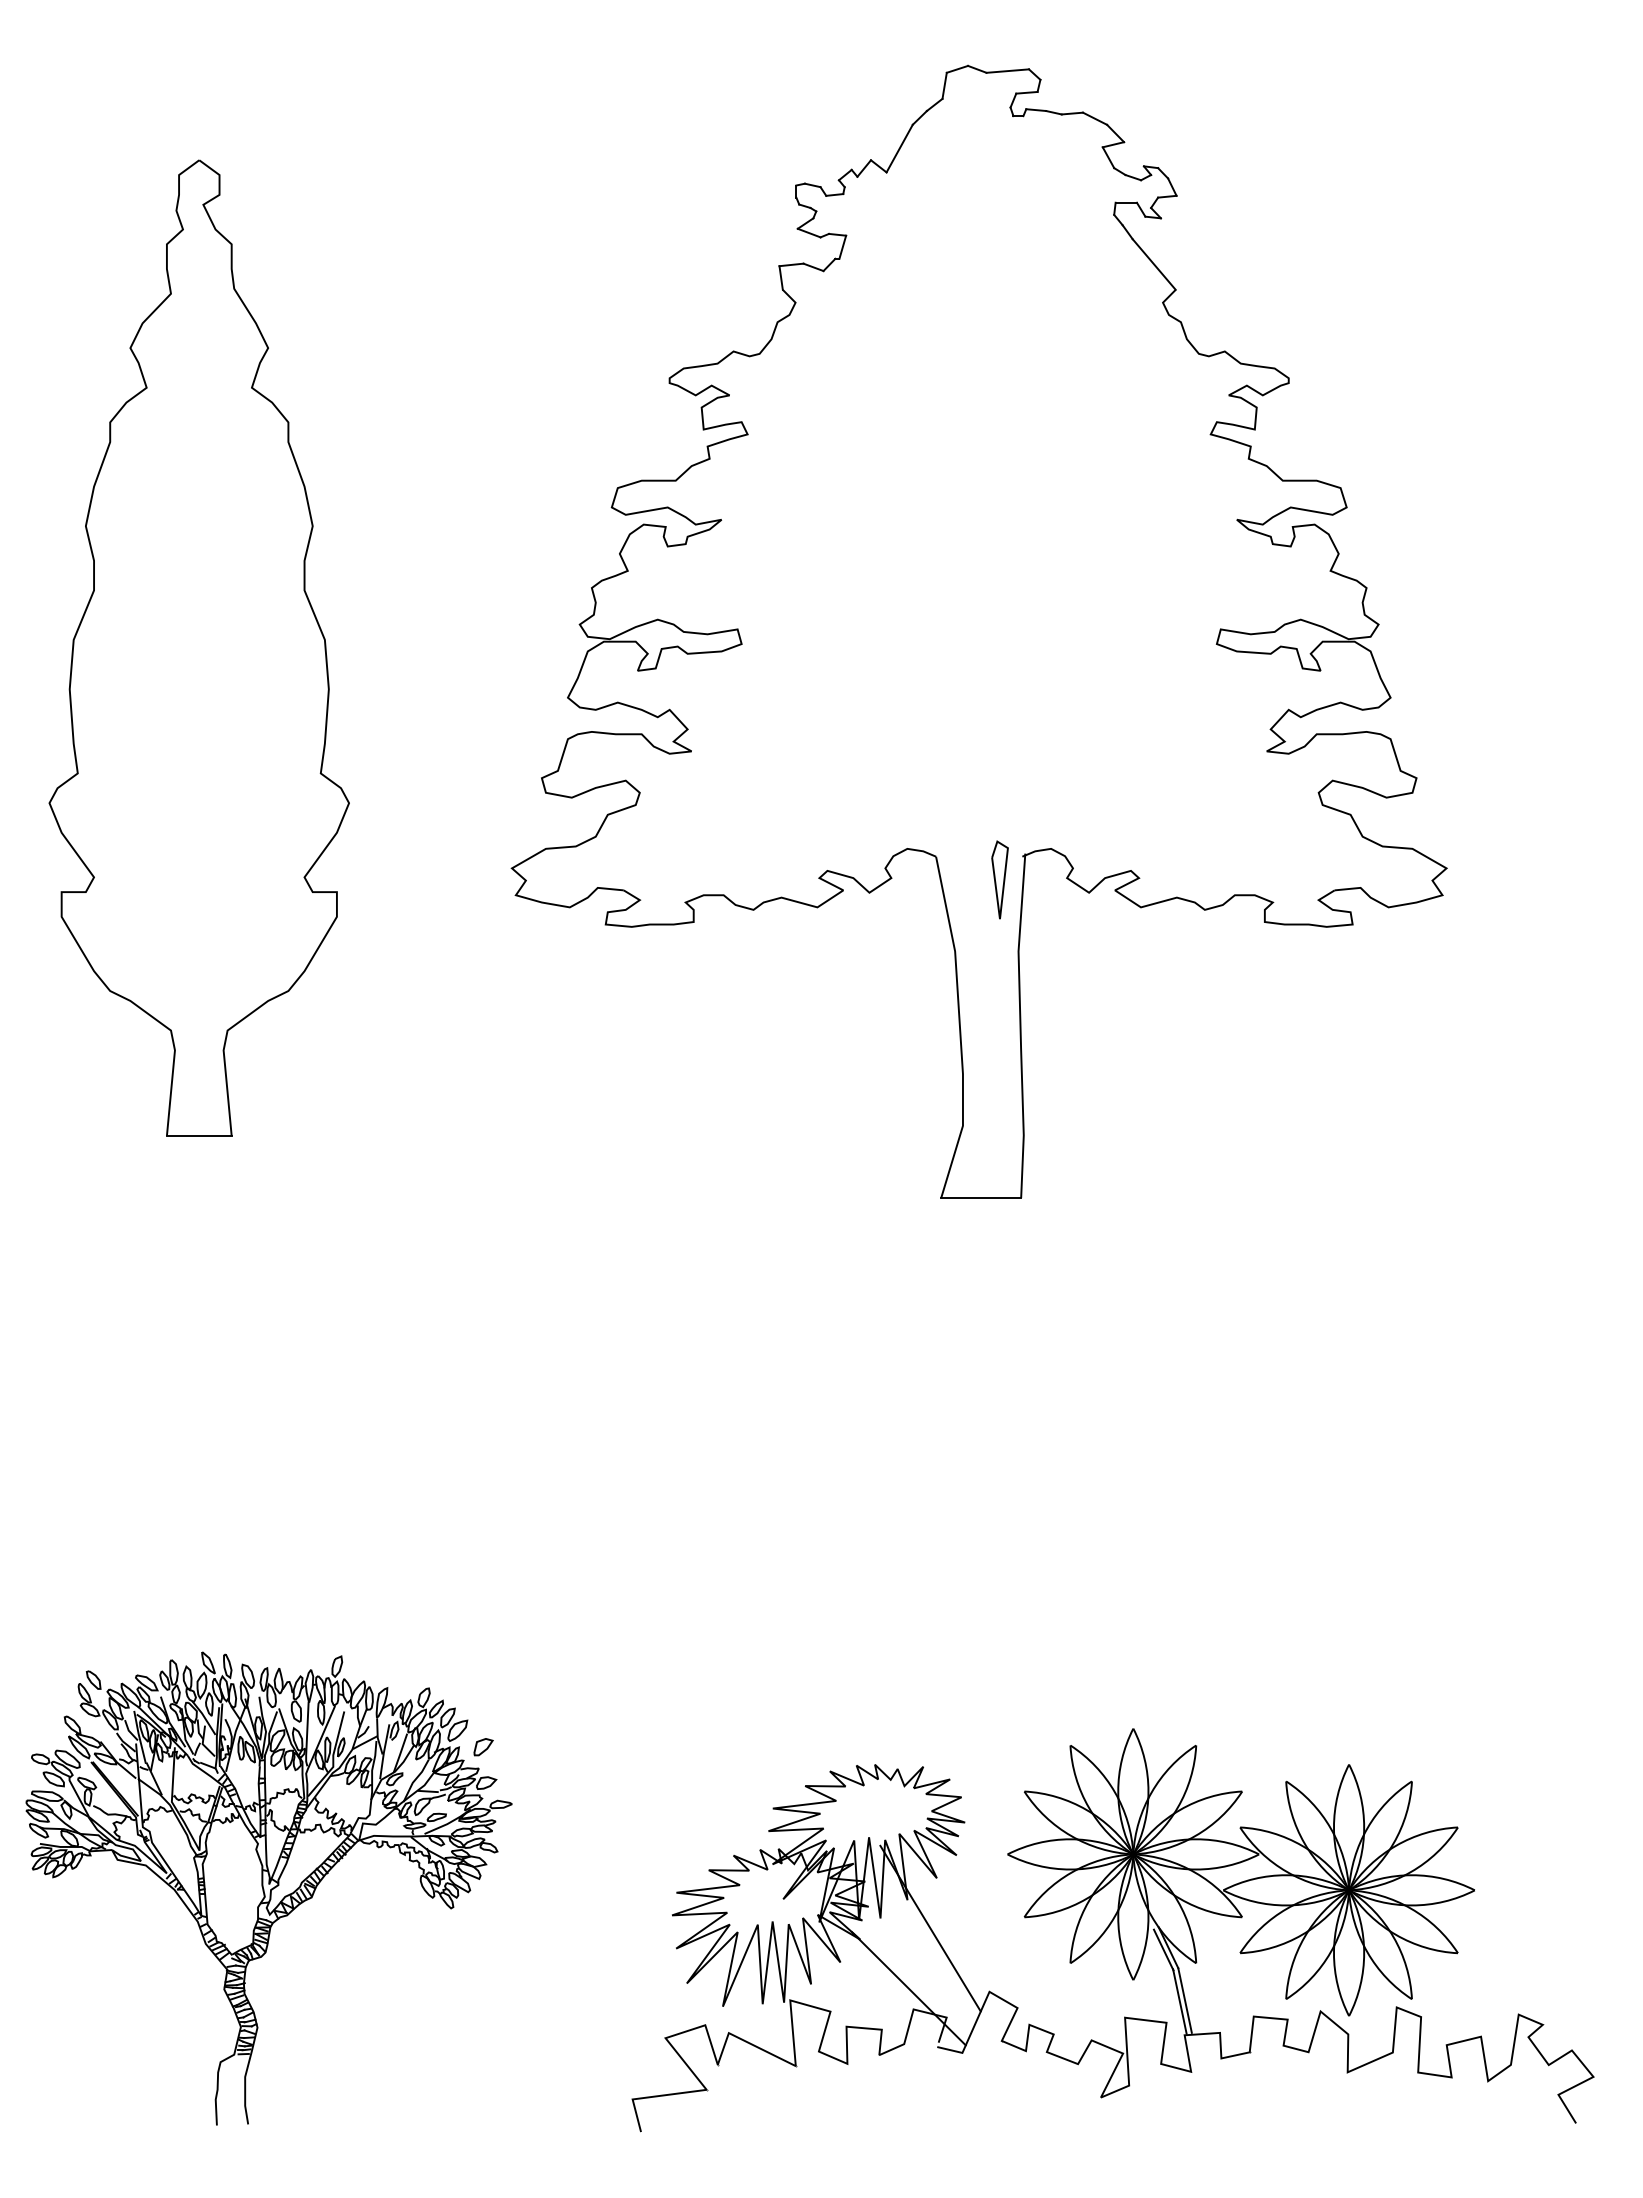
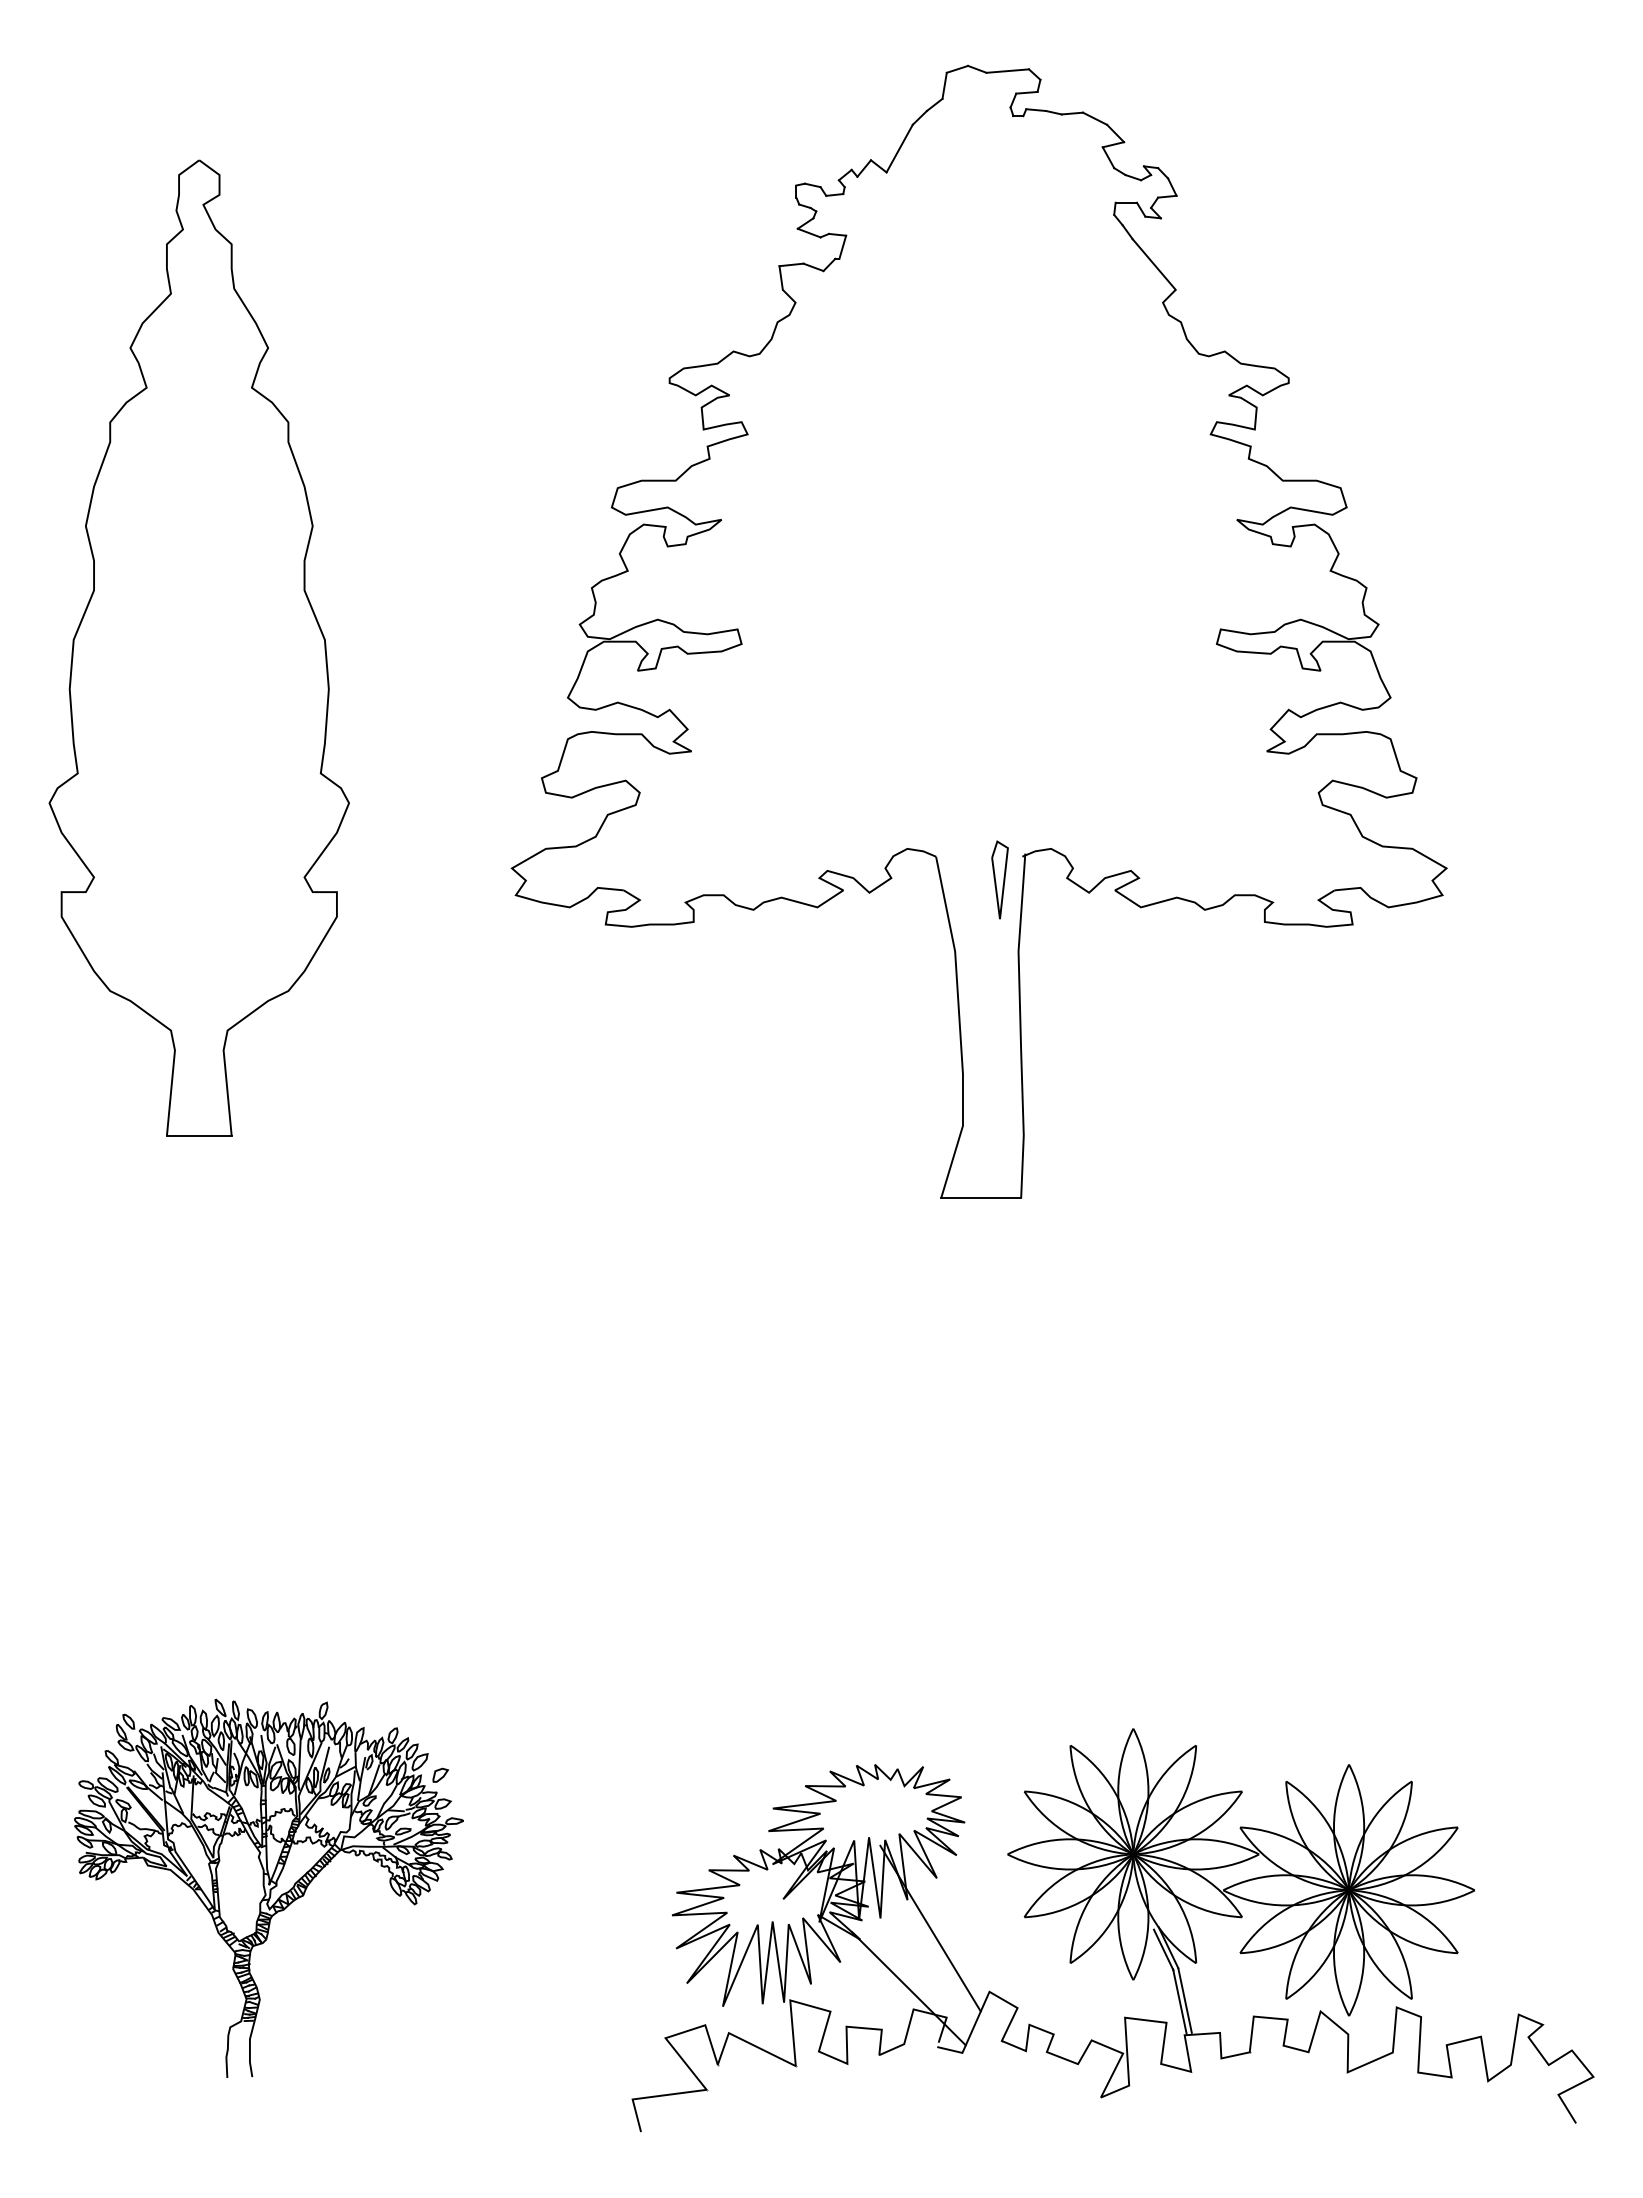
part at (268, 1888) size: 488x475 px -> 390x380 px
